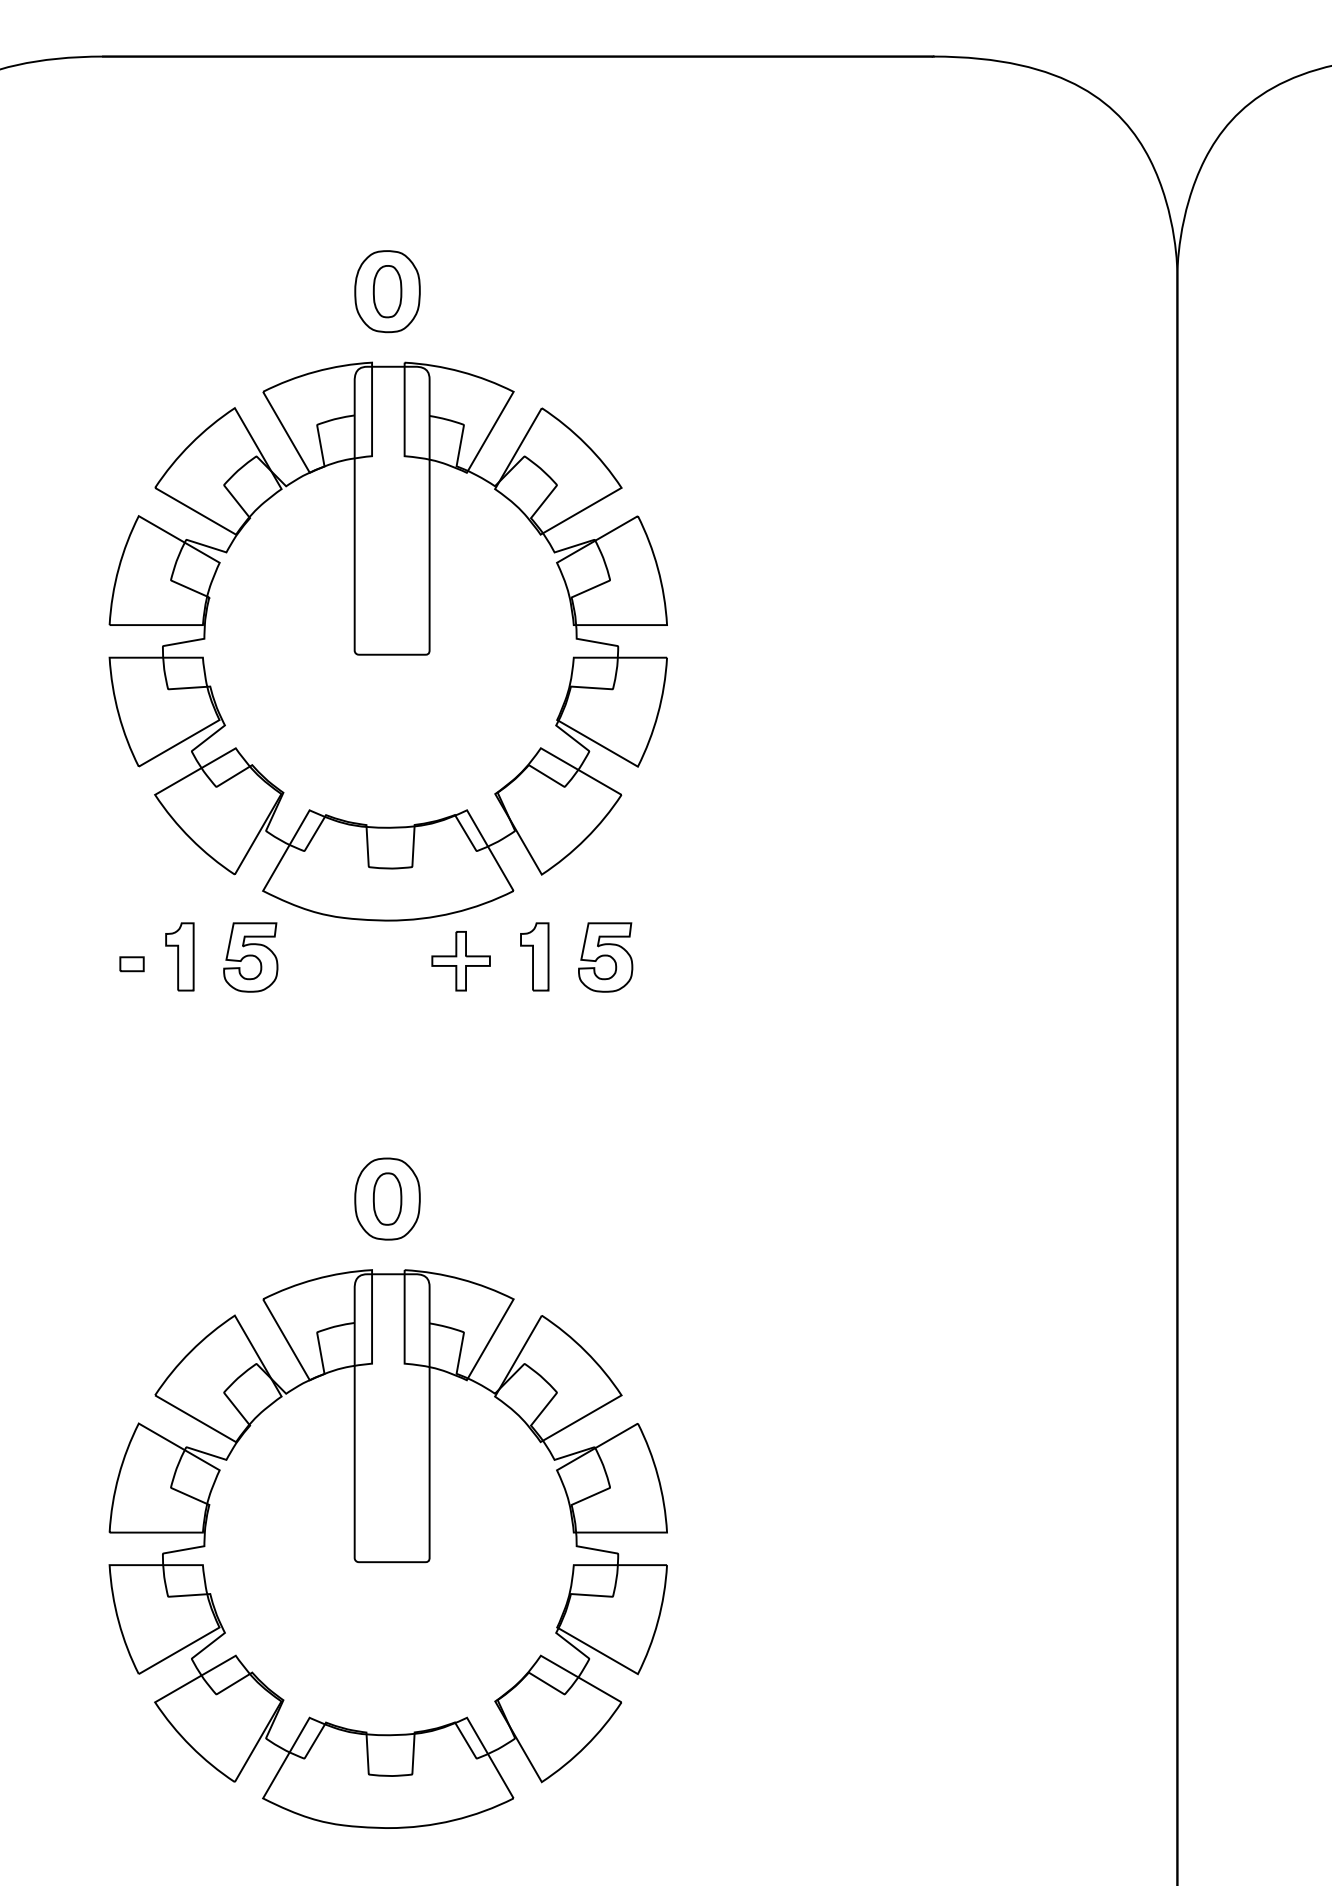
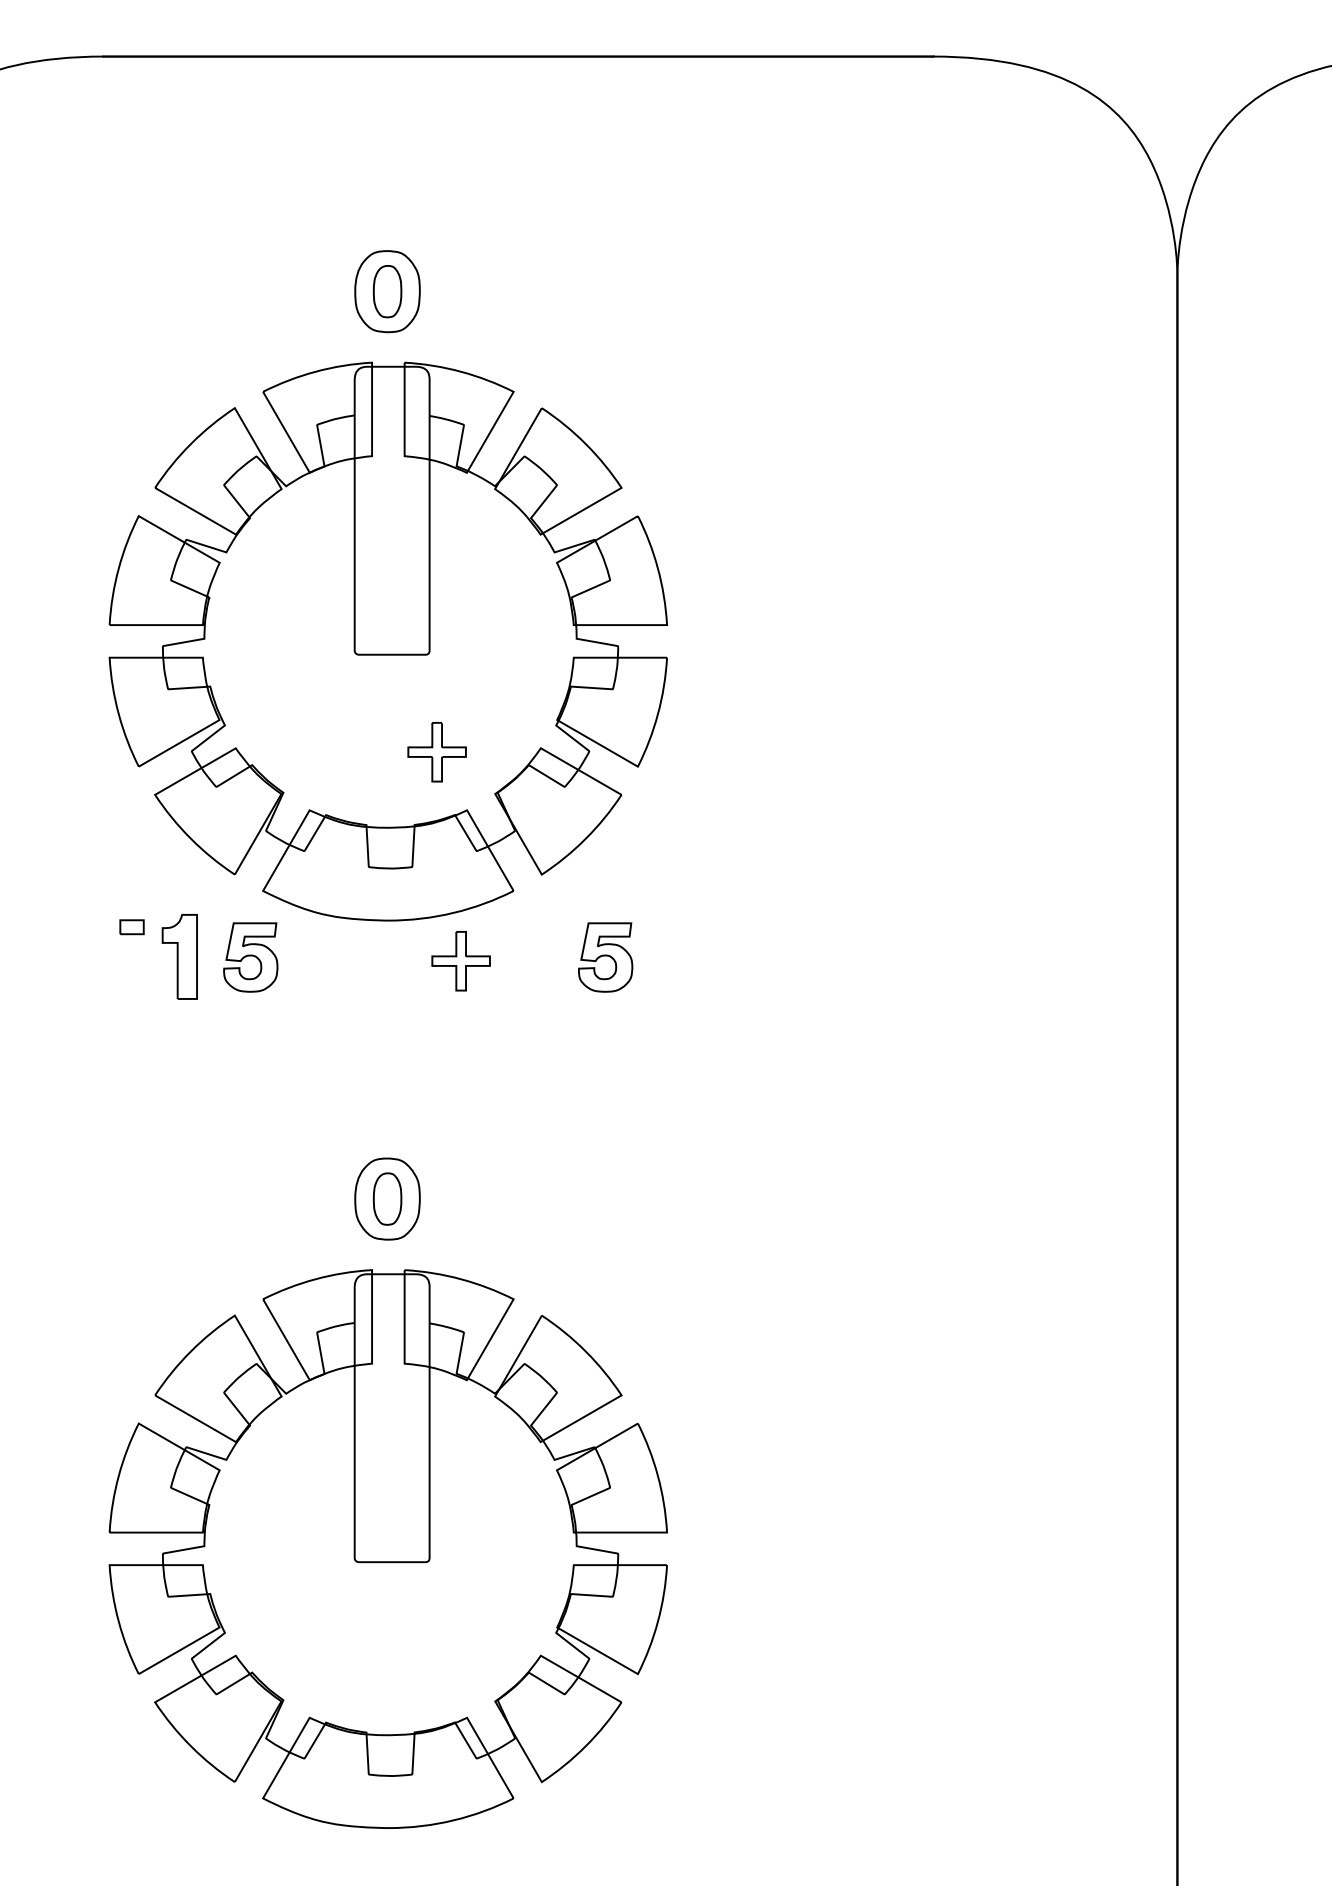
part at (436, 752): none -> present
part at (179, 956) size: 30x70 px -> 37x86 px
part at (534, 956): present -> none
part at (131, 964) position: (131, 964) -> (131, 927)
